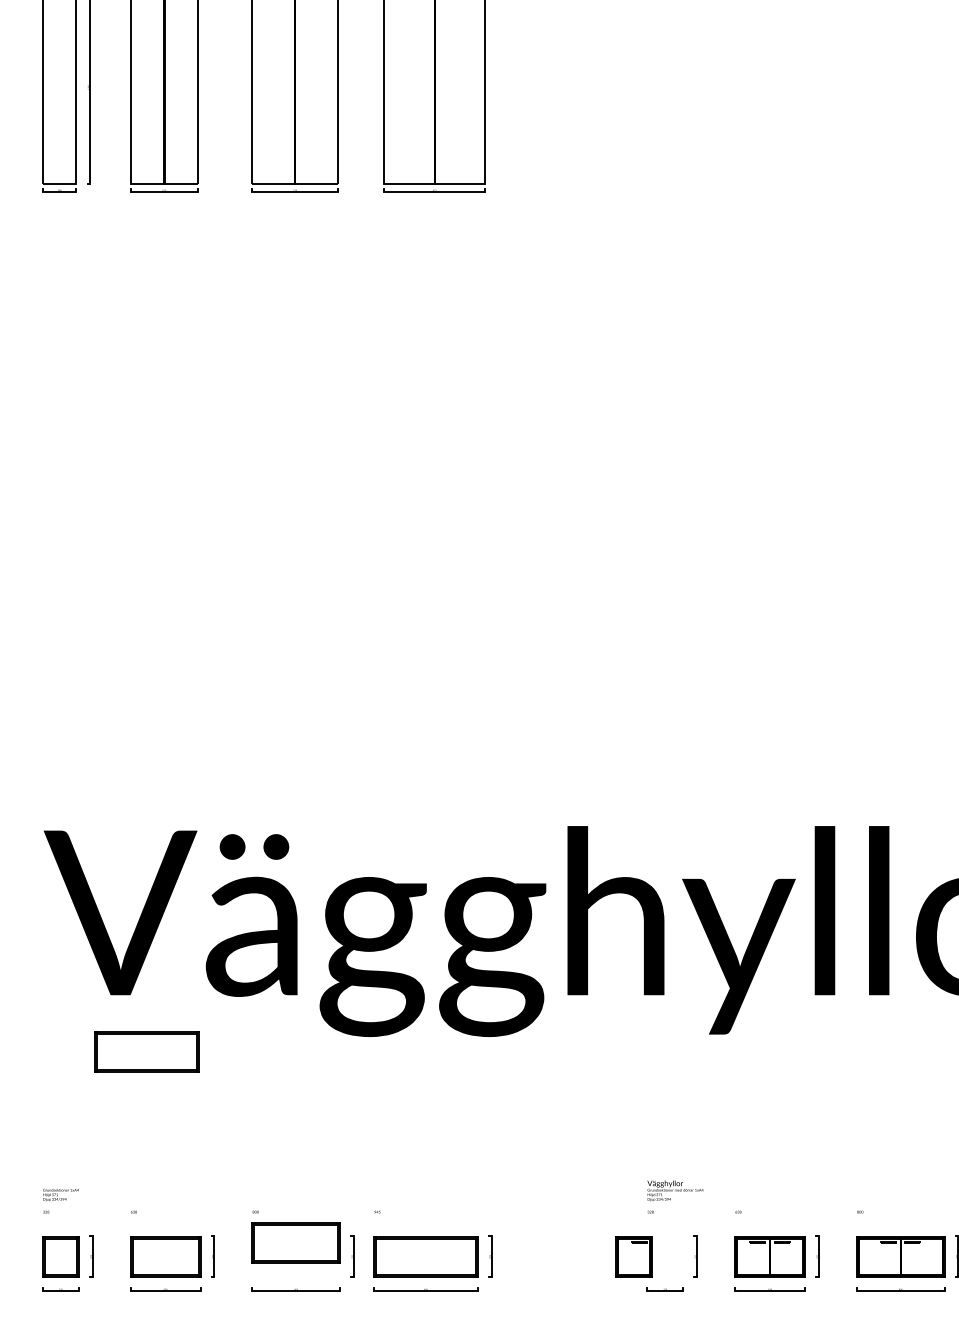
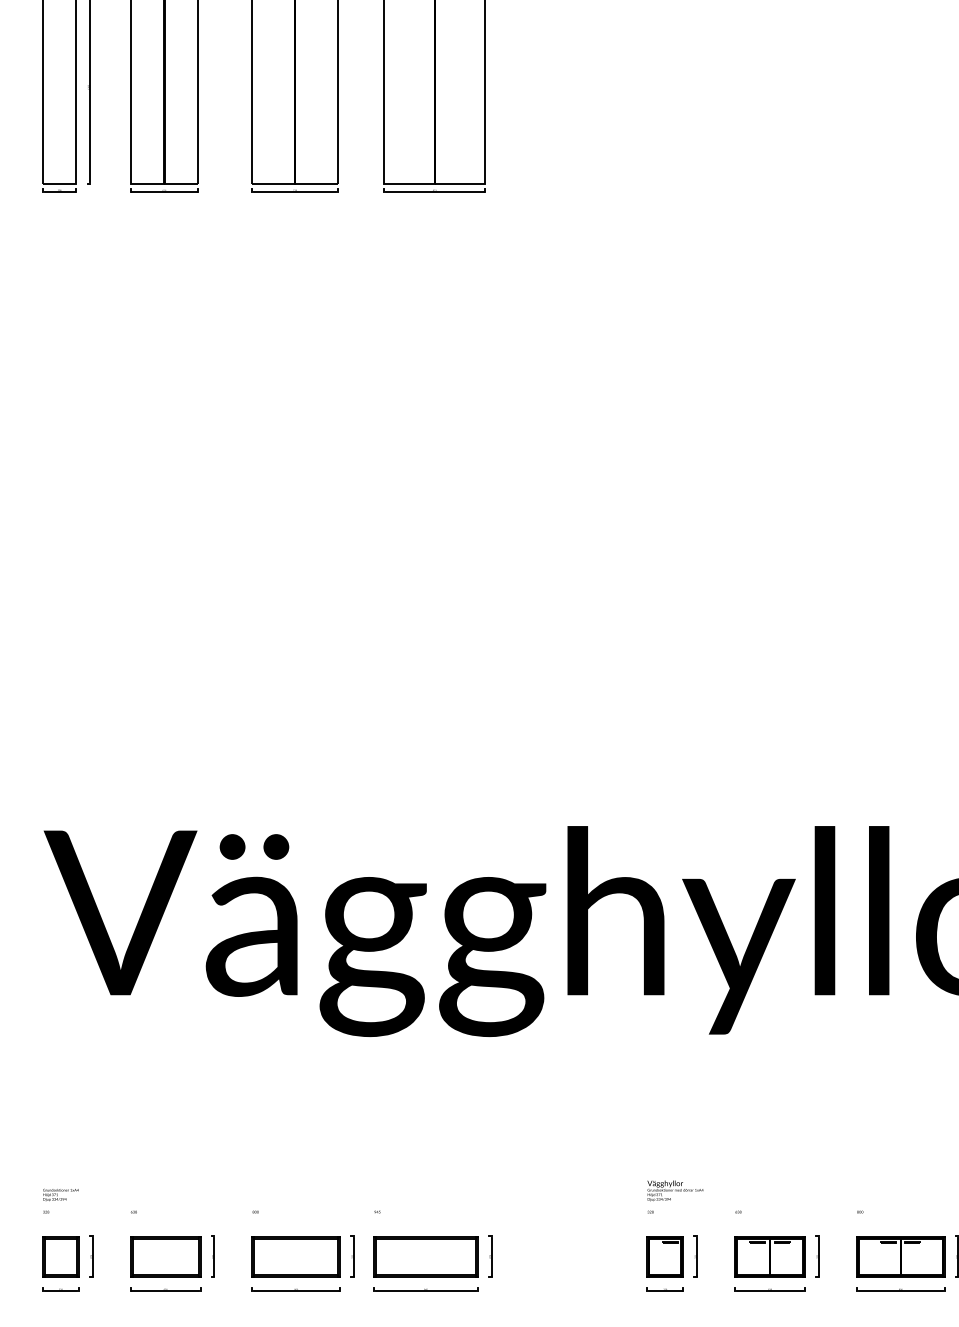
part at (146, 1051): present -> none
part at (295, 1242) position: (295, 1242) -> (295, 1256)
part at (633, 1256) position: (633, 1256) -> (664, 1256)
